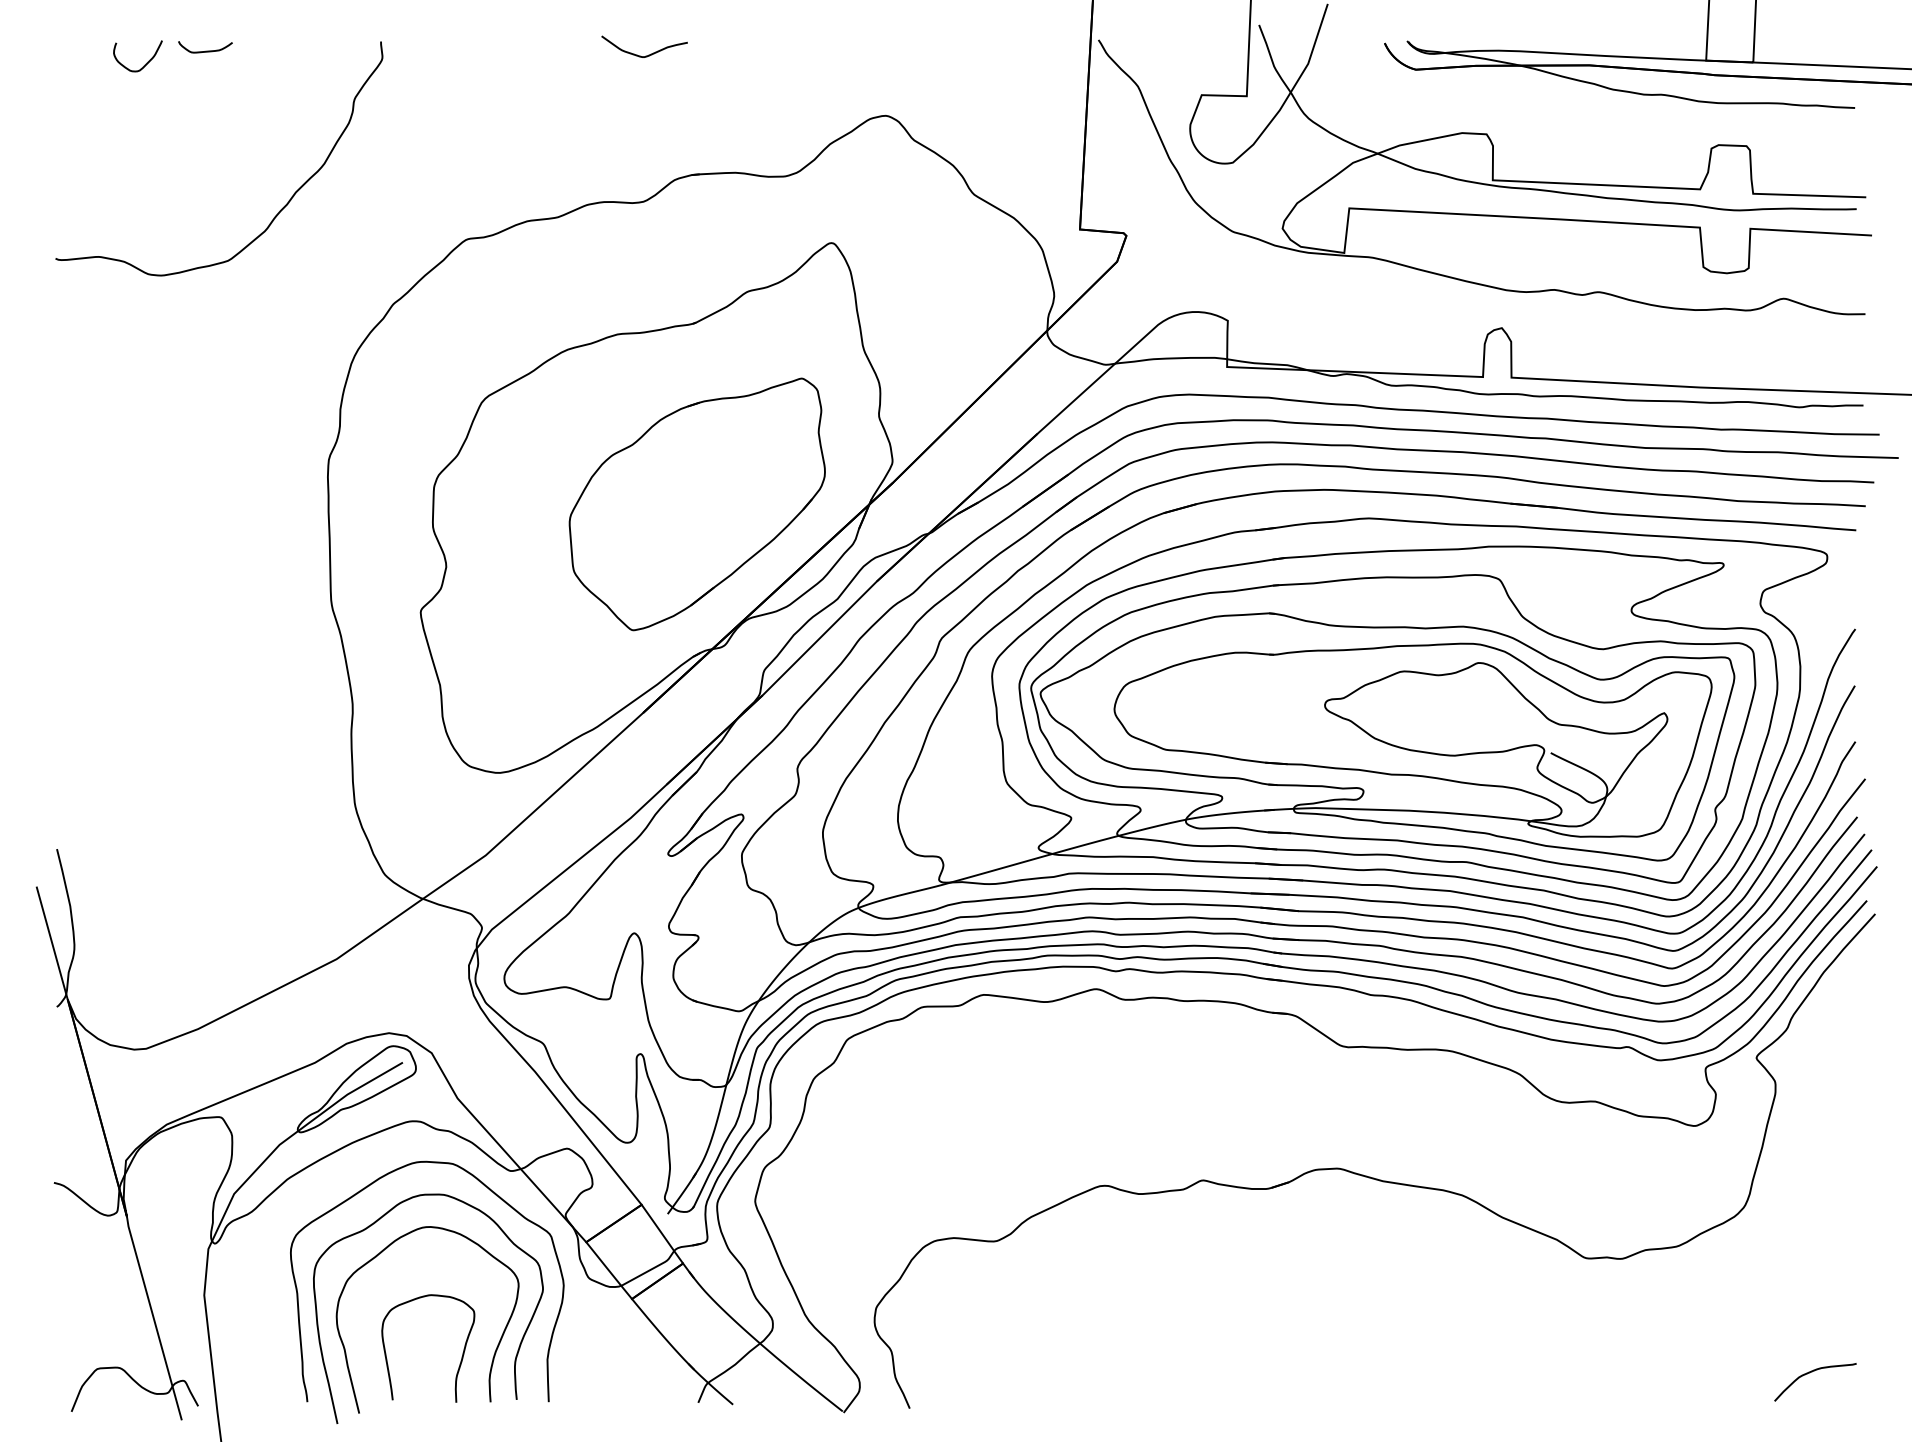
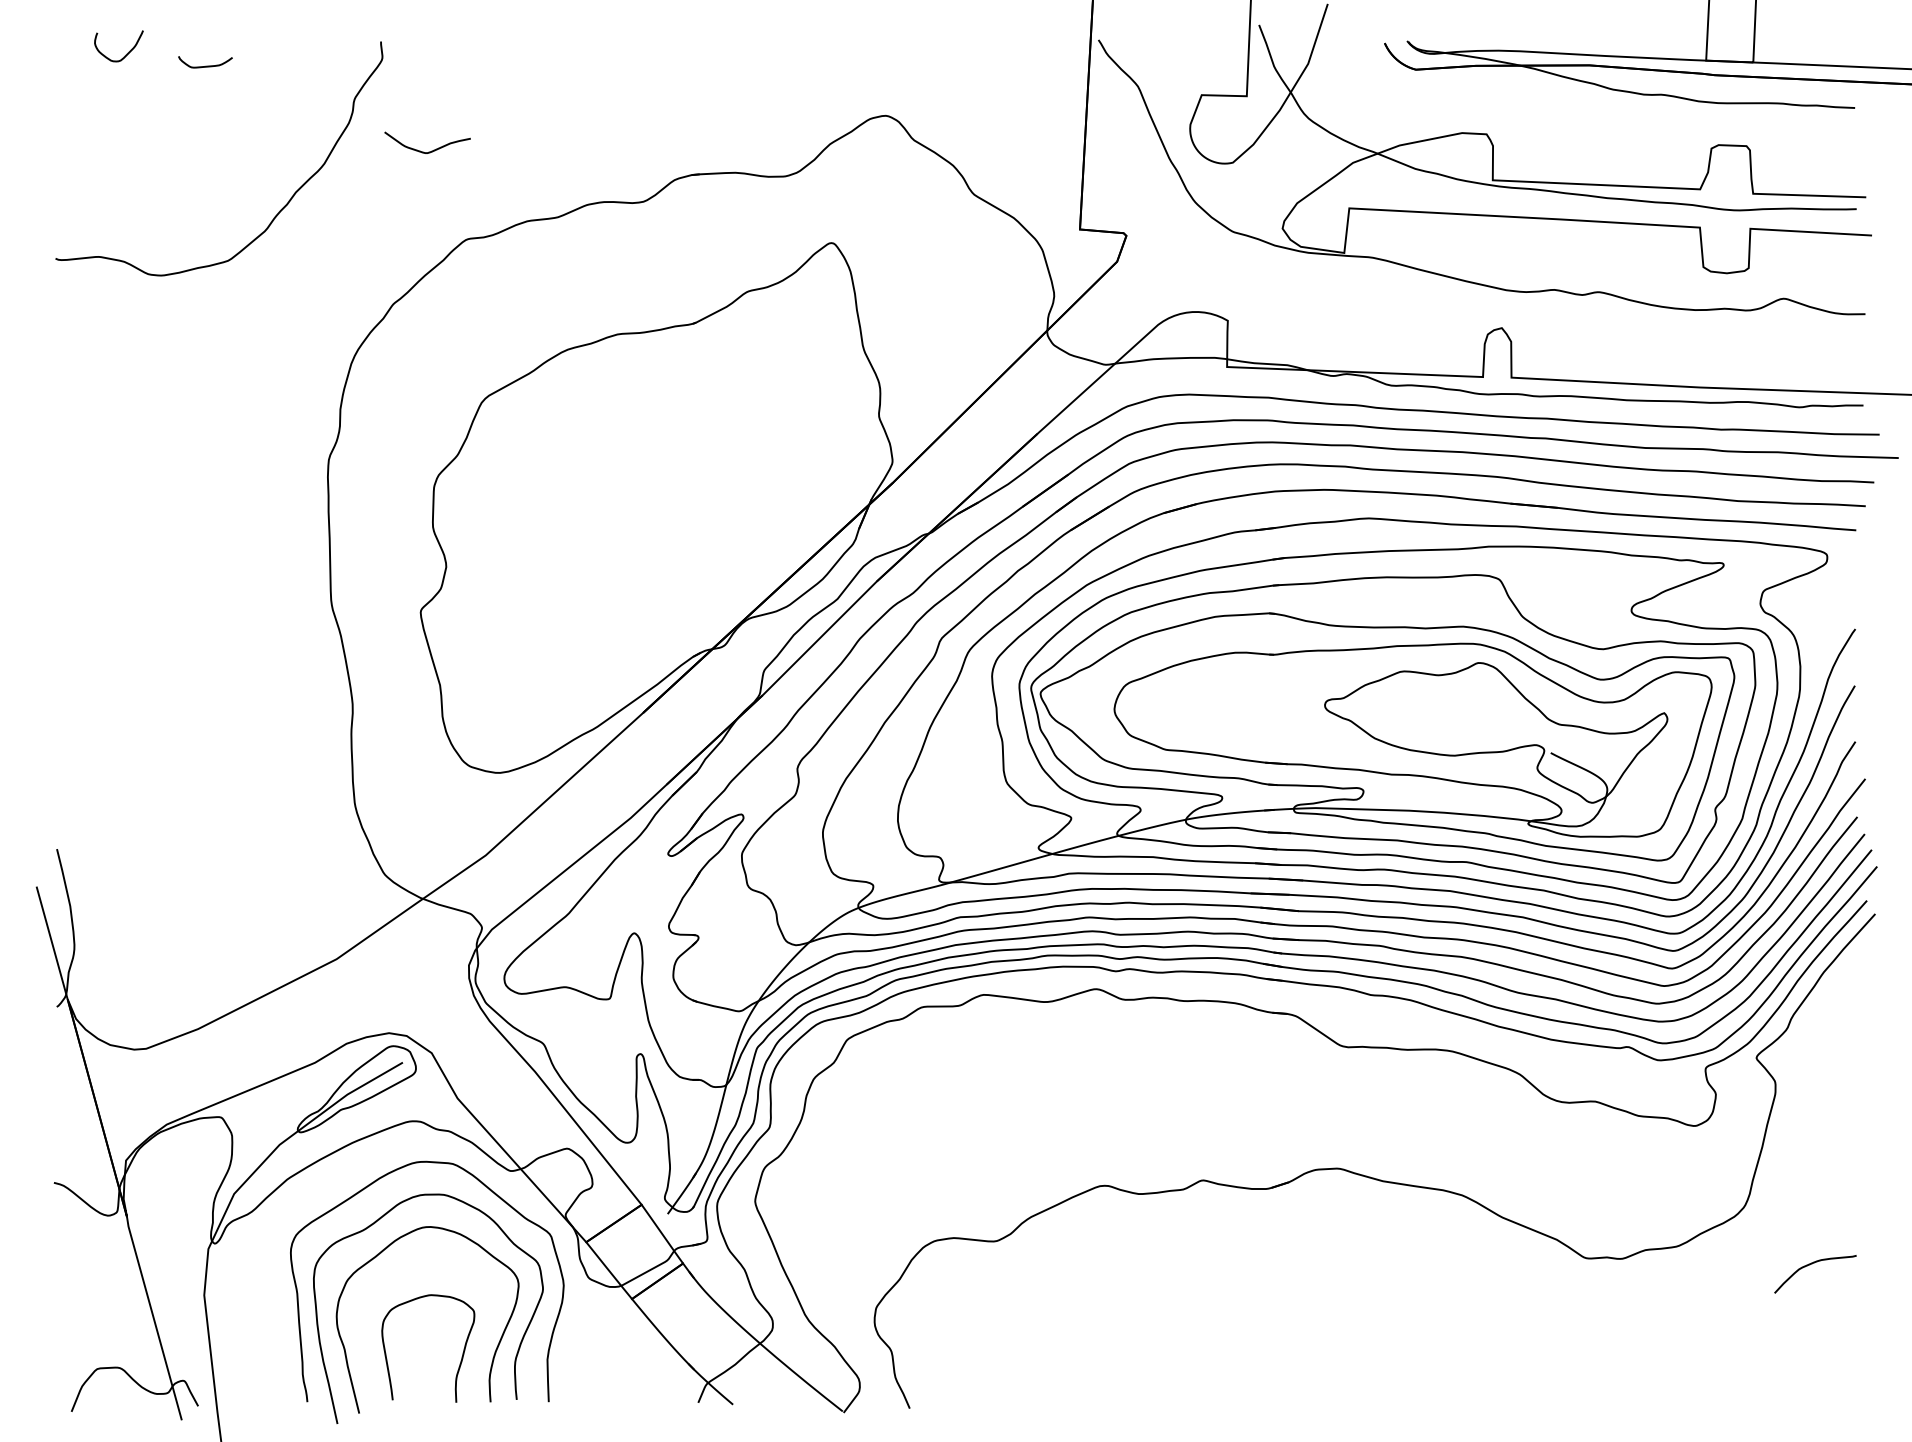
curve at (205, 50) position: (205, 50) -> (205, 65)
curve at (648, 54) position: (648, 54) -> (431, 150)
curve at (145, 63) position: (145, 63) -> (126, 53)
part at (696, 504): present -> none
curve at (1812, 1372) position: (1812, 1372) -> (1812, 1264)
